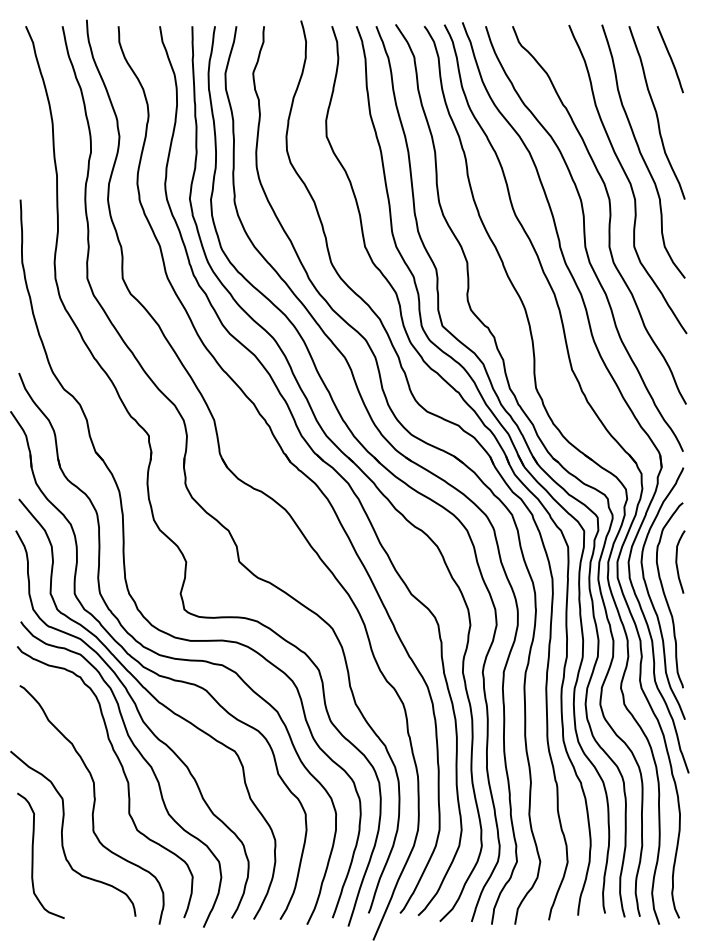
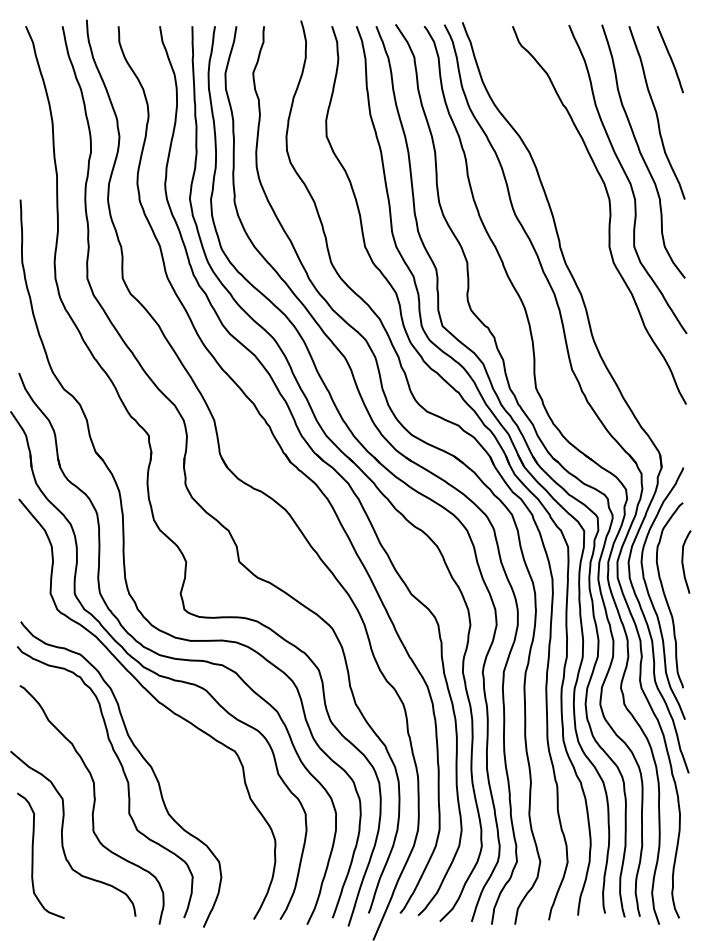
curve at (584, 238): present -> none
curve at (677, 561) position: (677, 561) -> (683, 561)
curve at (141, 720): present -> none
